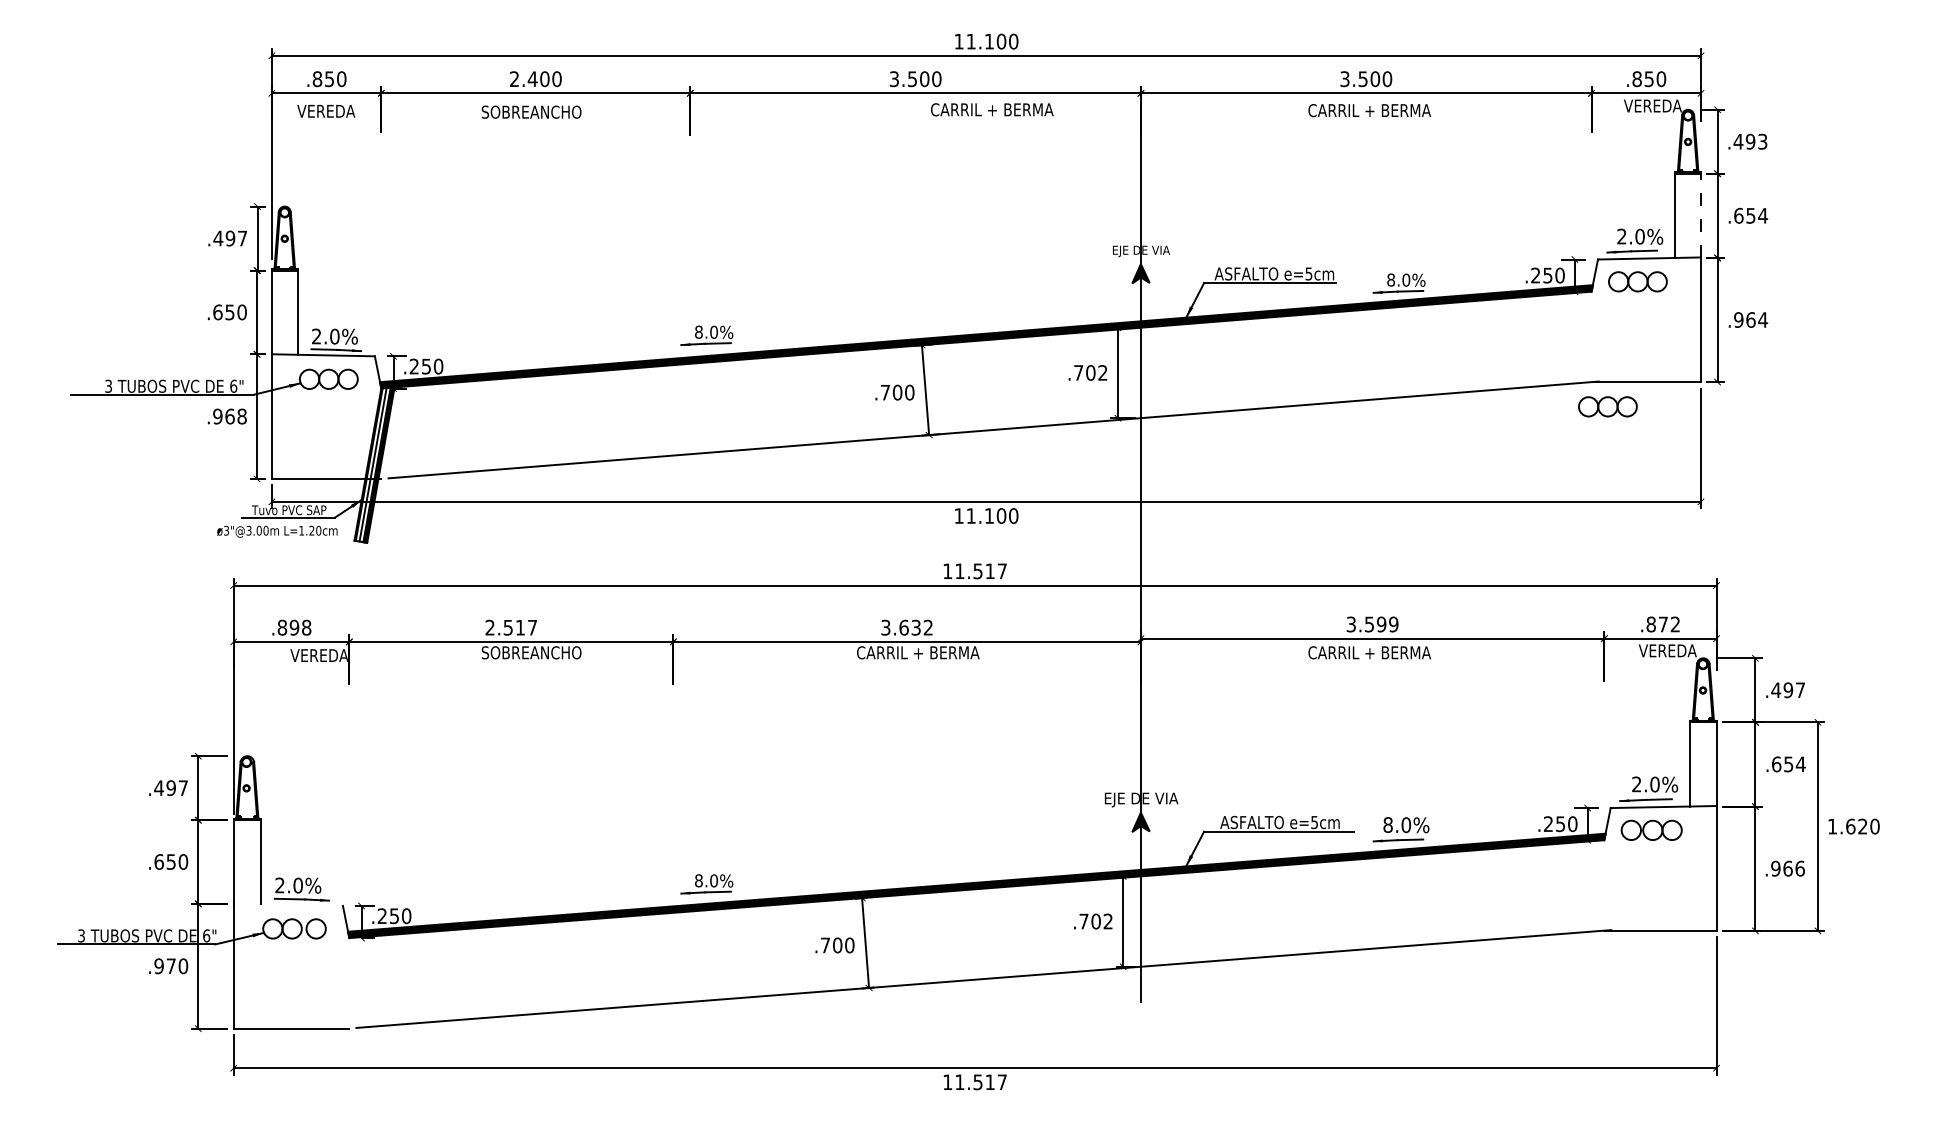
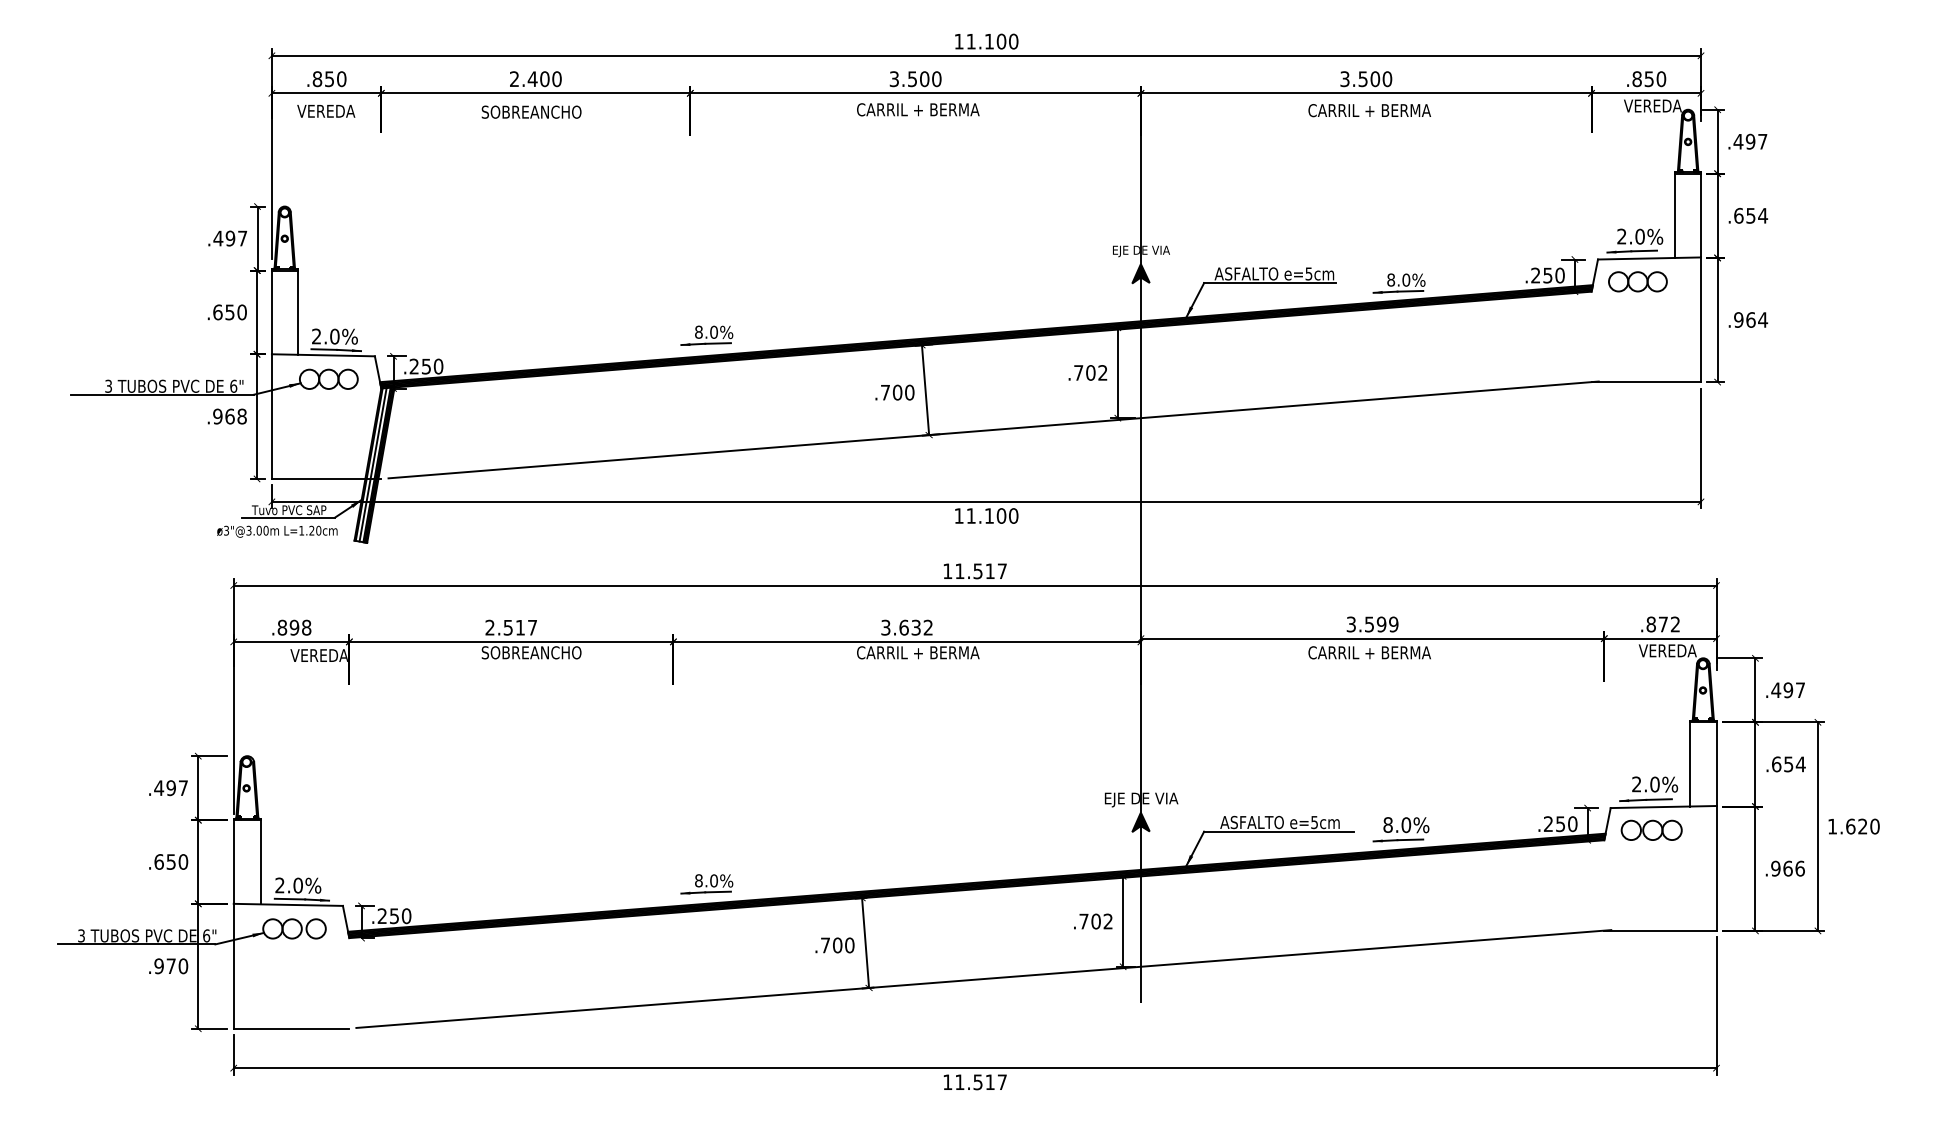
text at (992, 109) position: (992, 109) -> (918, 109)
text at (1762, 141): .493 -> .497
line at (1701, 215): dashed -> solid
part at (1607, 406): present -> none
line at (287, 904): none -> present
